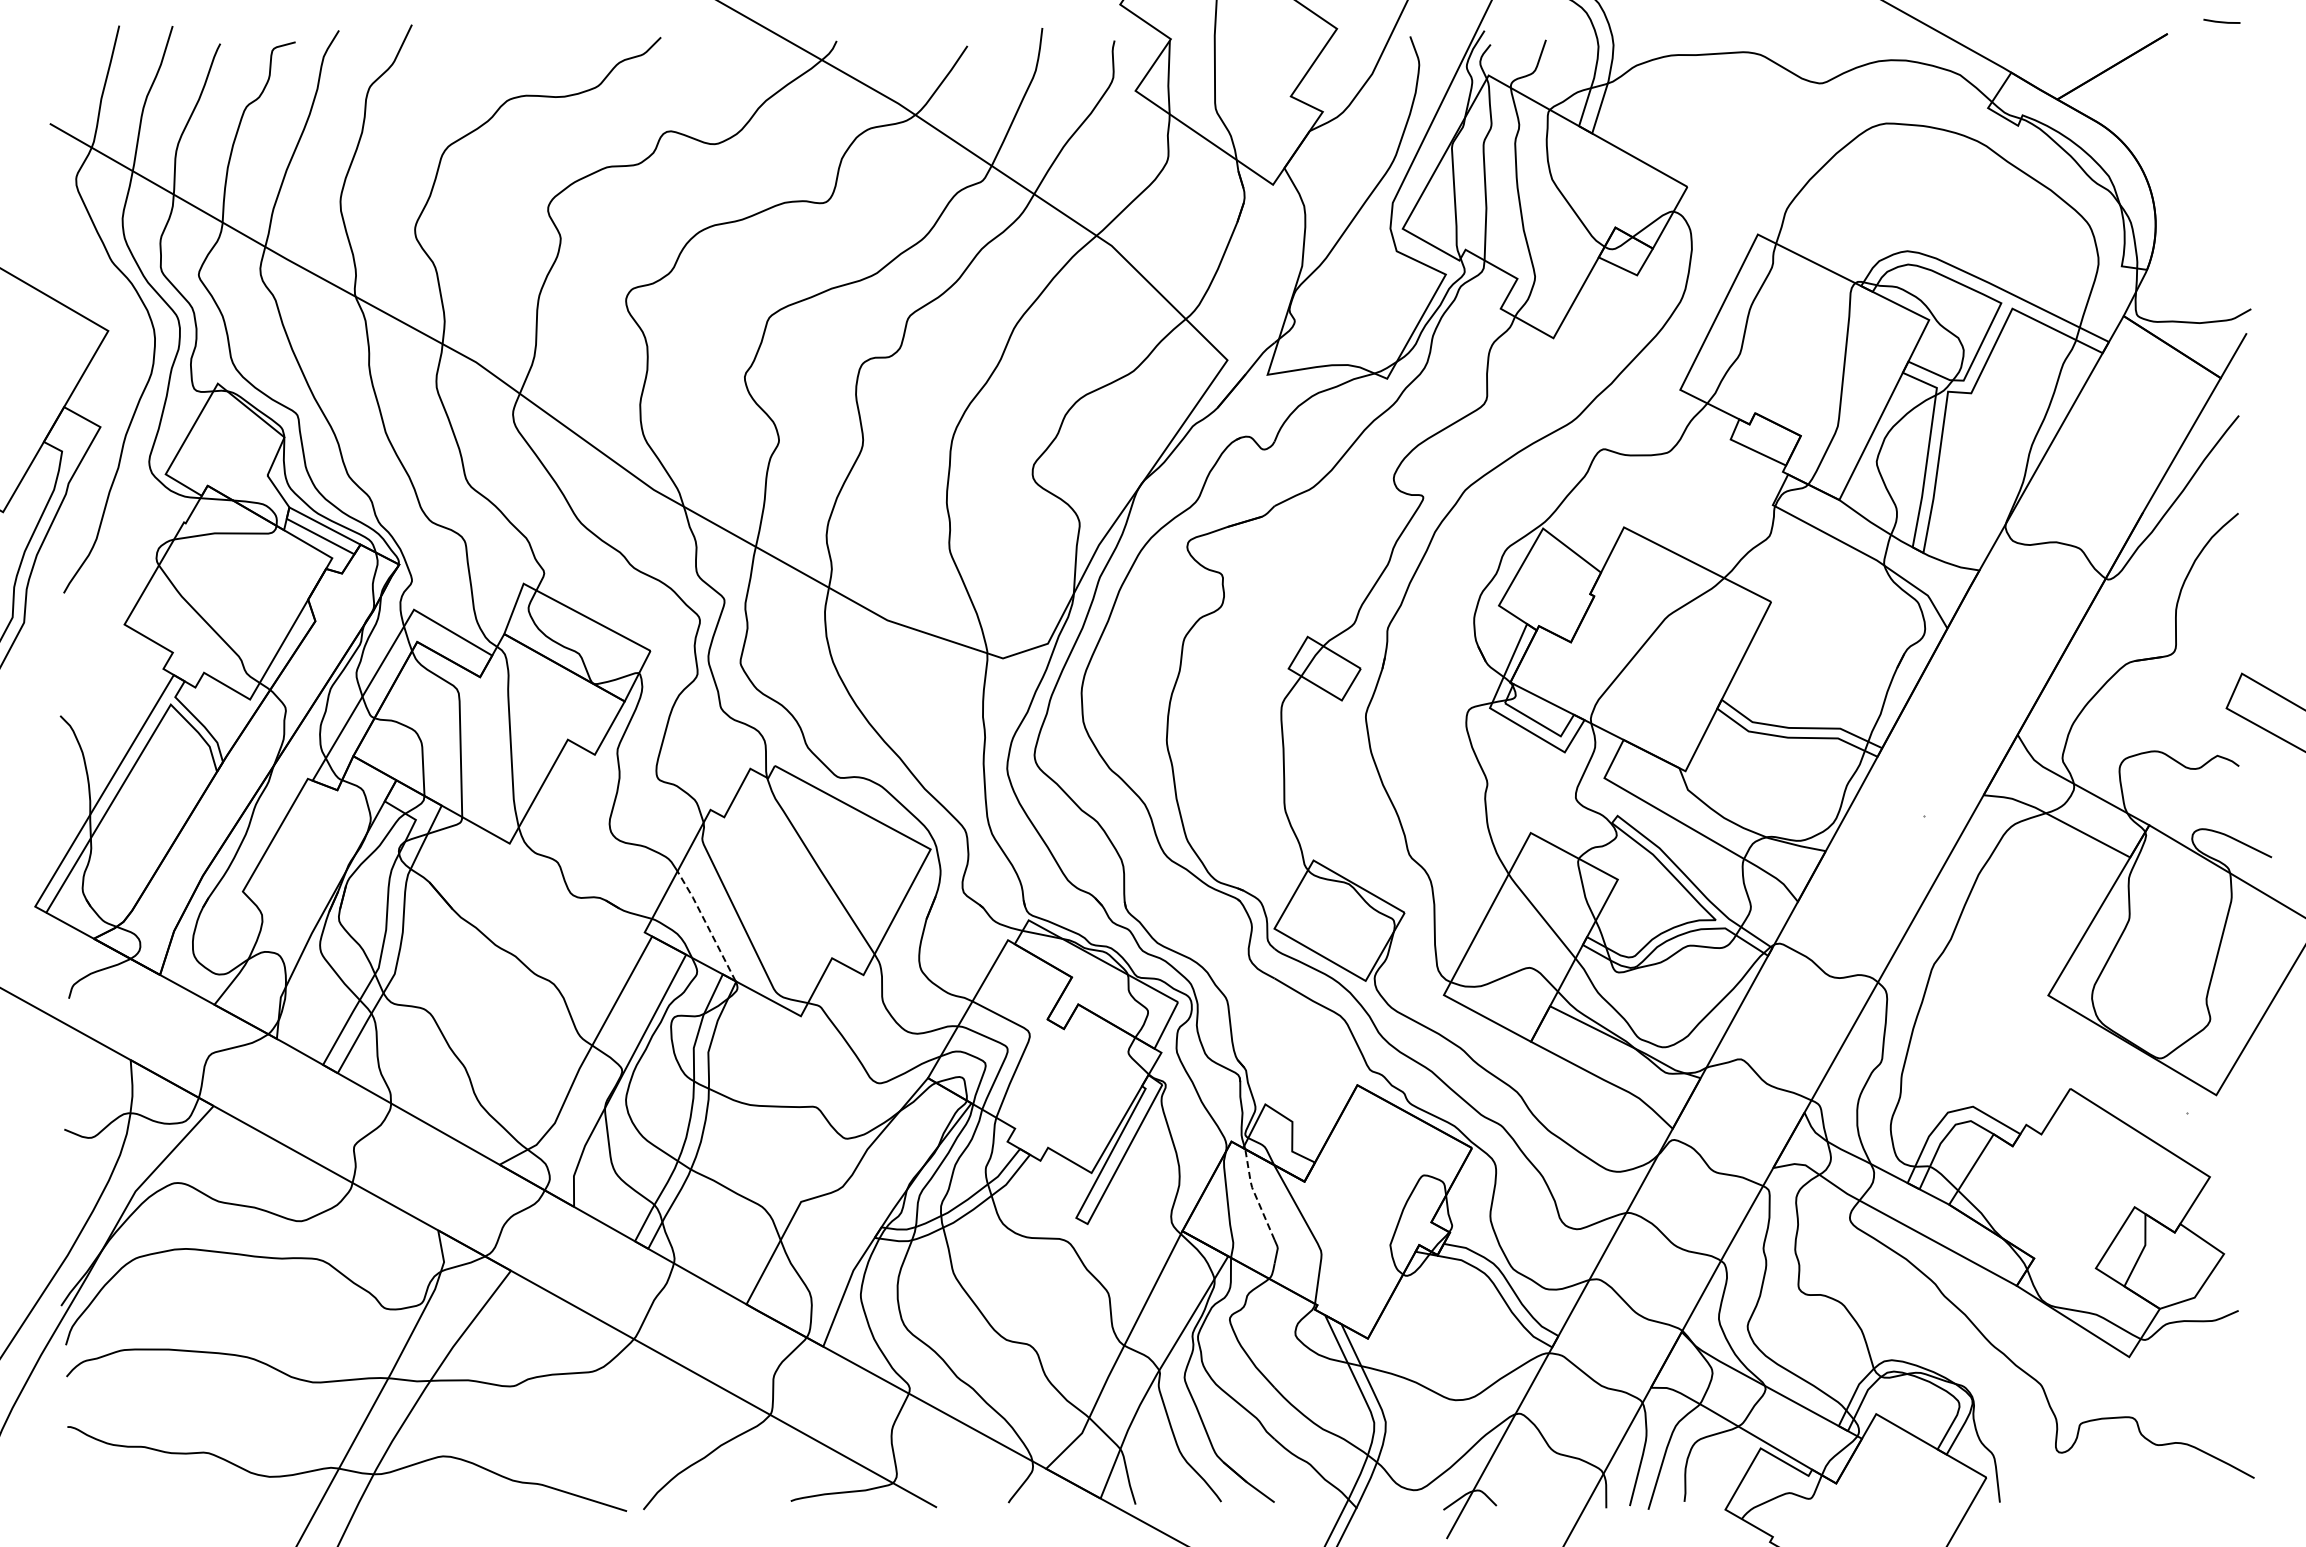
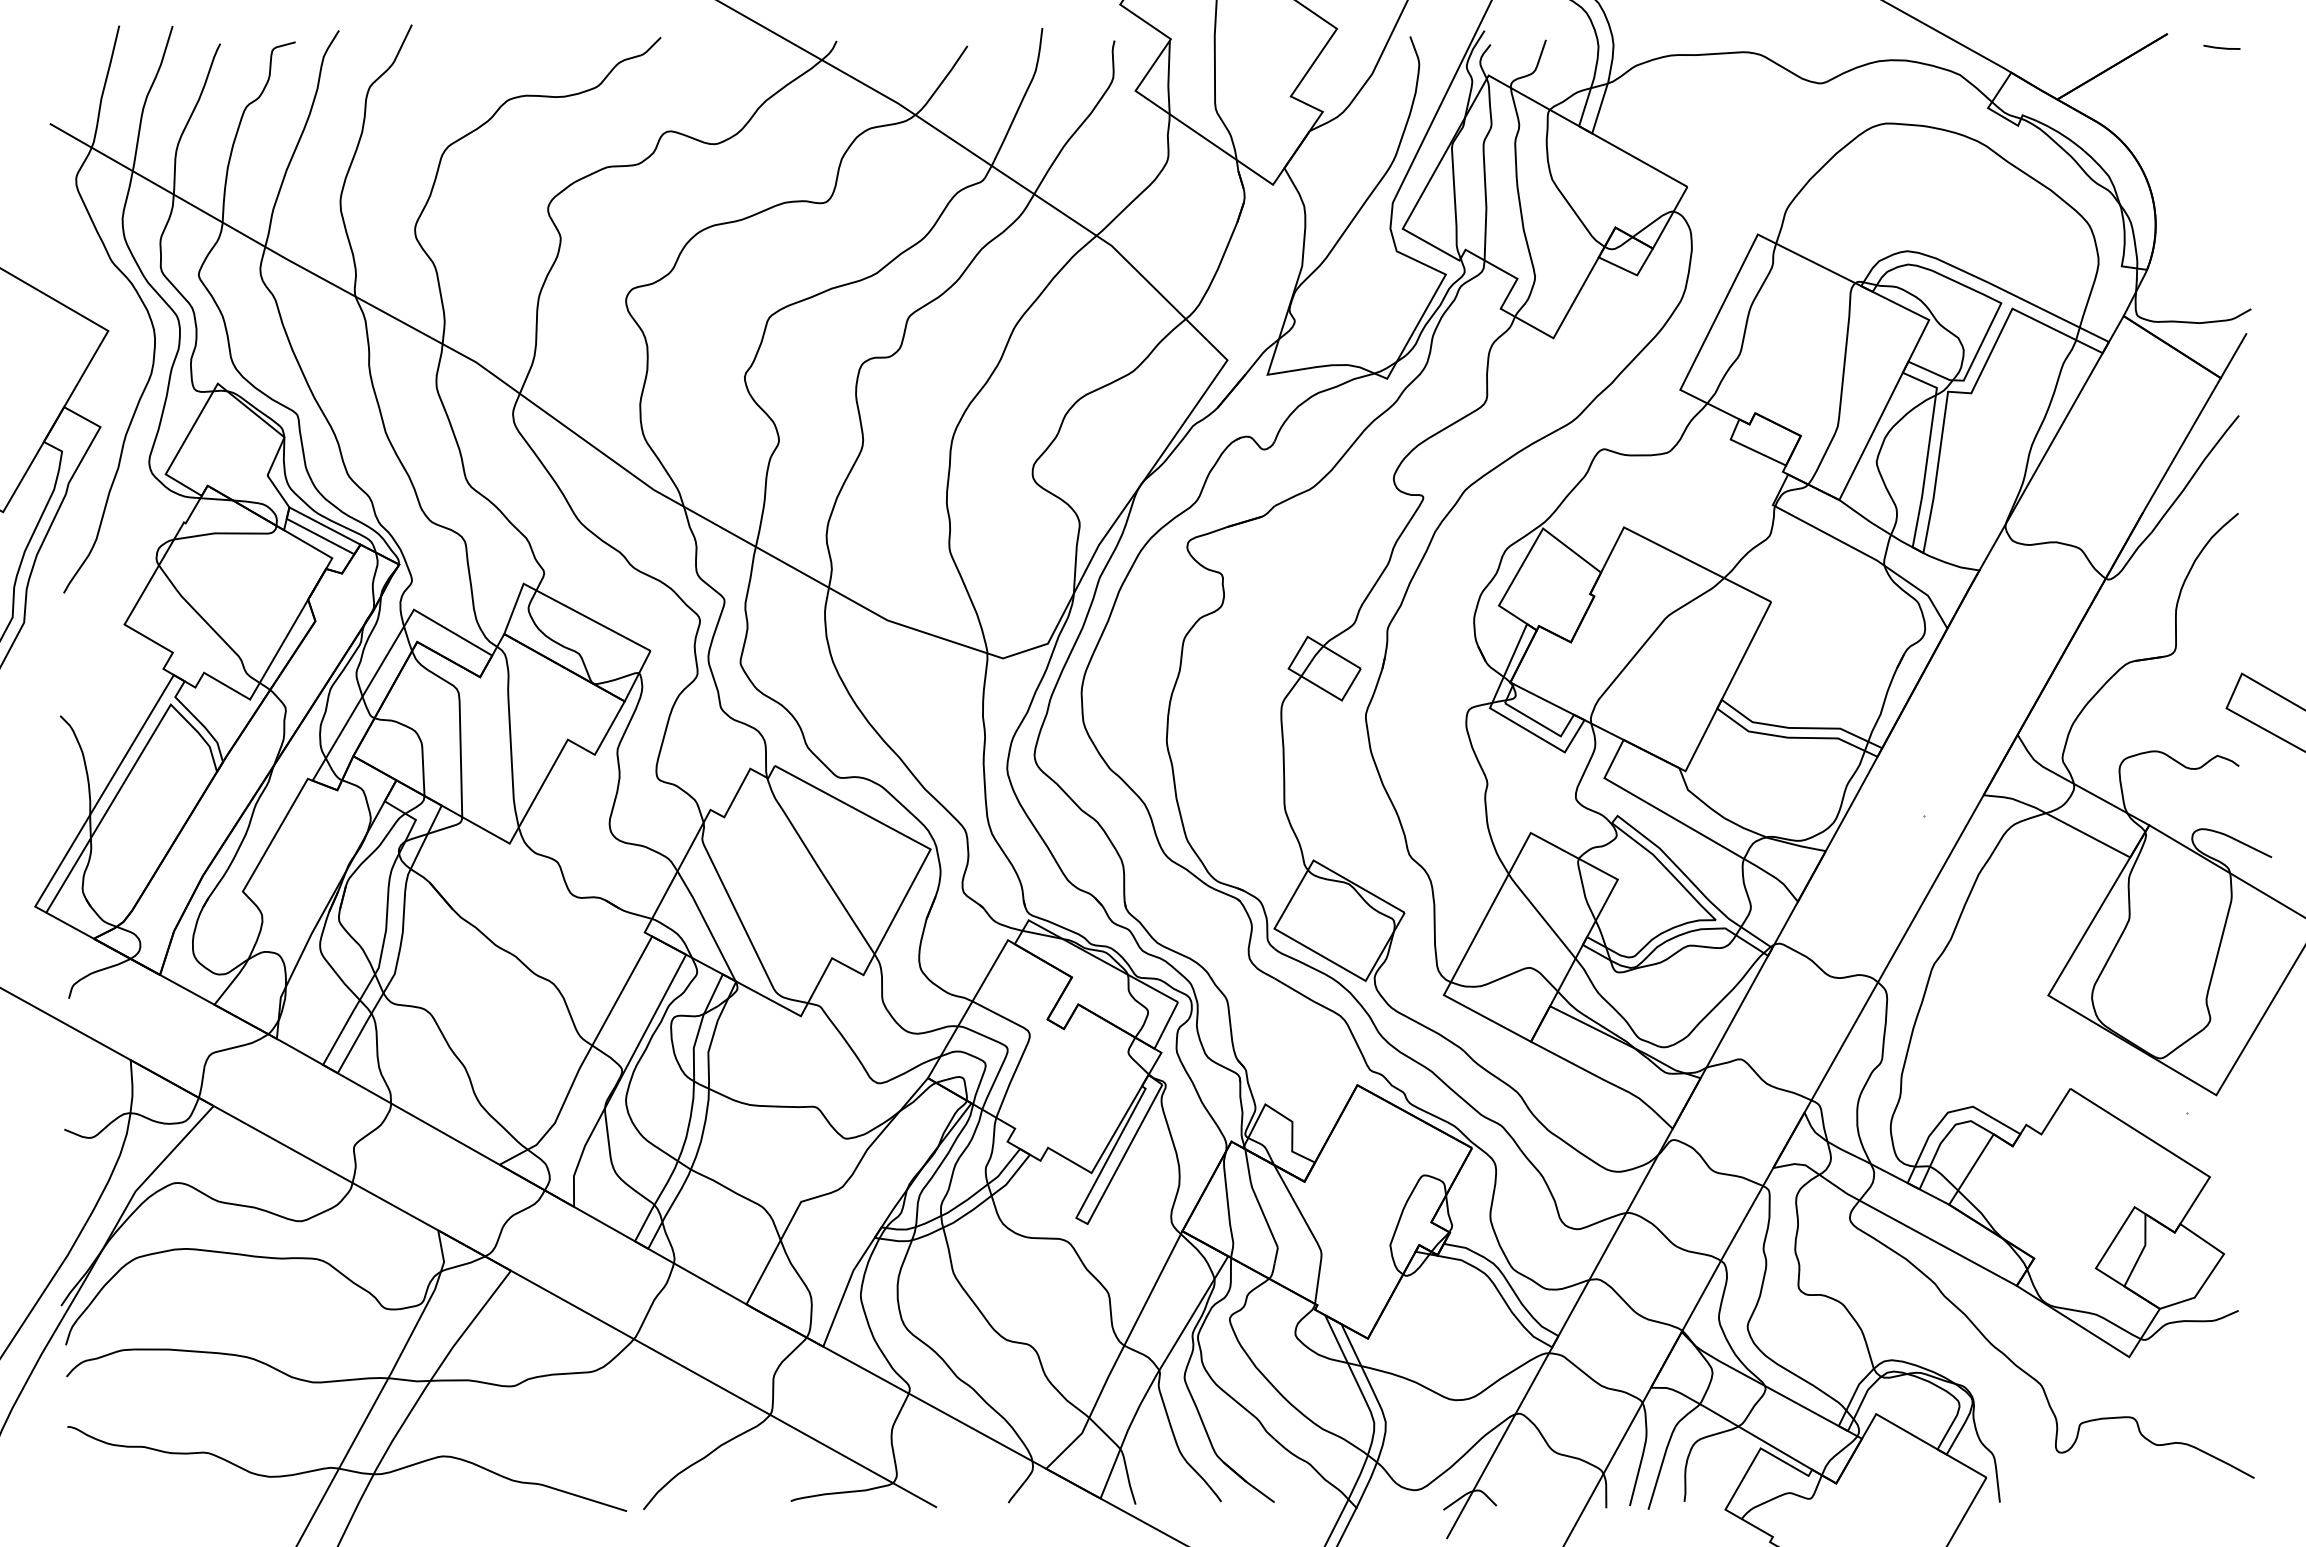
line at (2221, 21) position: (2221, 21) -> (2221, 47)
line at (706, 924): dashed -> solid
line at (1255, 1194): dashed -> solid
